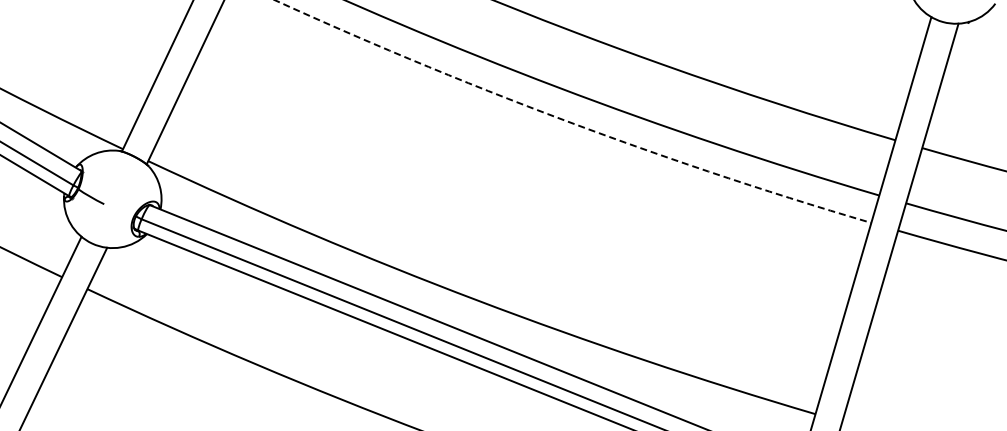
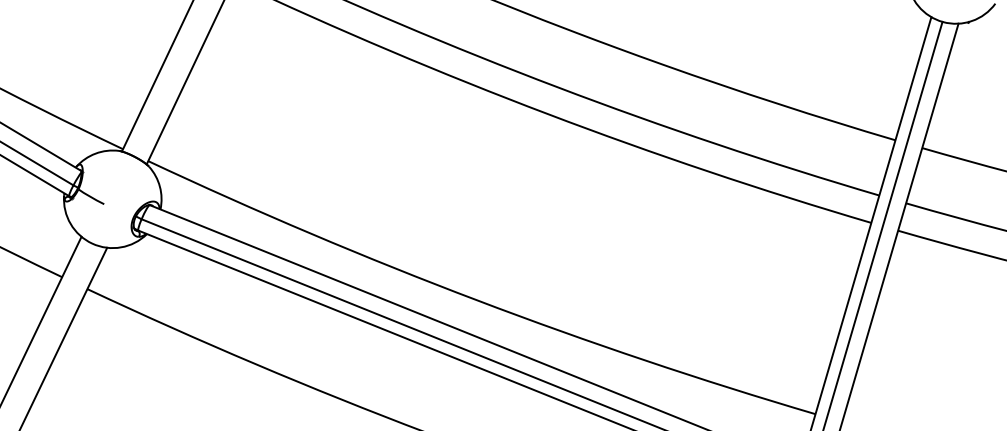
arc at (569, 122): dashed -> solid
line at (883, 224): none -> present
